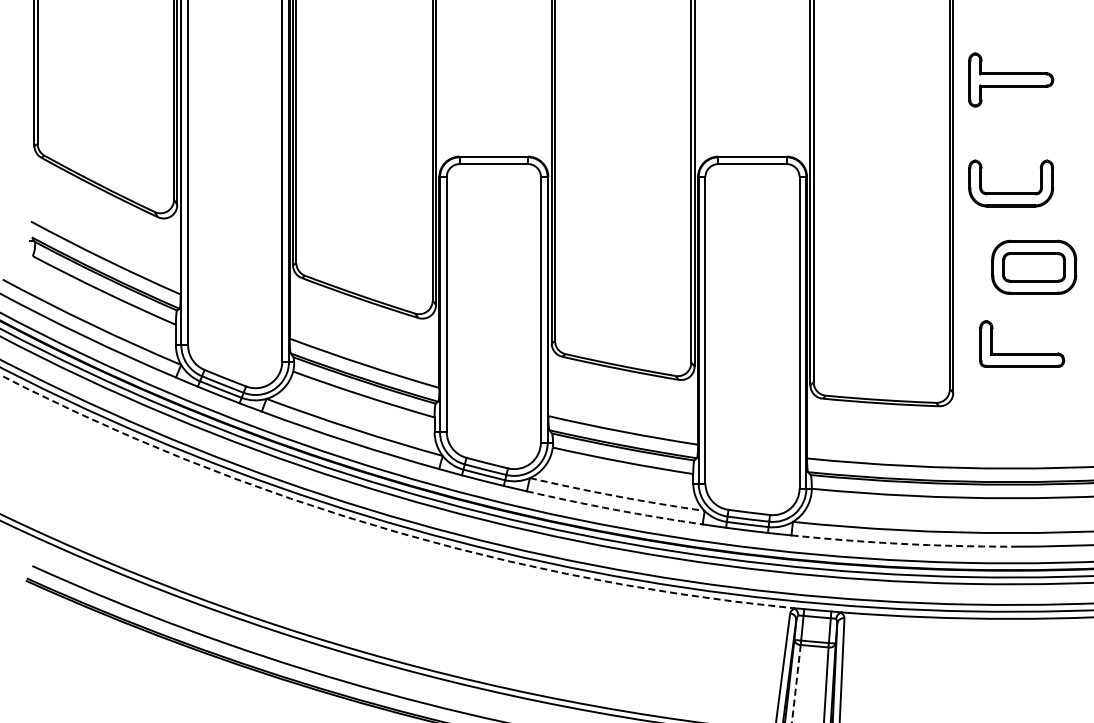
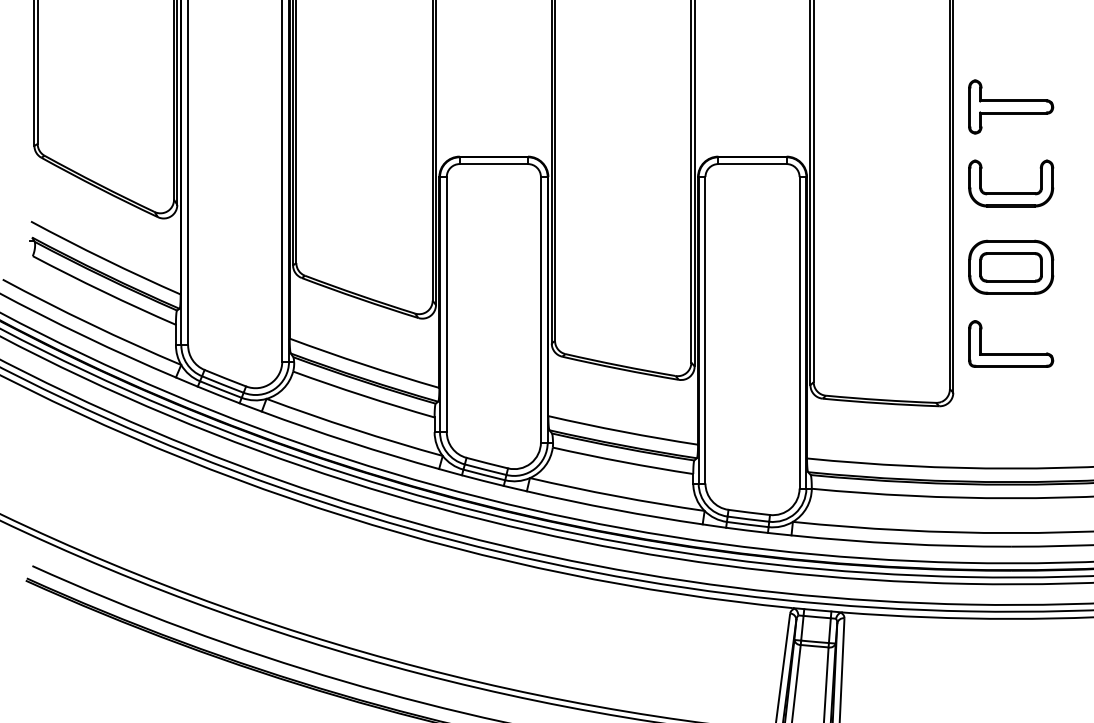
part at (1011, 79) position: (1011, 79) -> (1011, 106)
part at (1034, 266) position: (1034, 266) -> (1011, 266)
part at (1022, 353) position: (1022, 353) -> (1011, 353)
arc at (616, 496): dashed -> solid
arc at (614, 509): dashed -> solid
arc at (385, 528): dashed -> solid
arc at (901, 543): dashed -> solid
line at (796, 683): dashed -> solid
